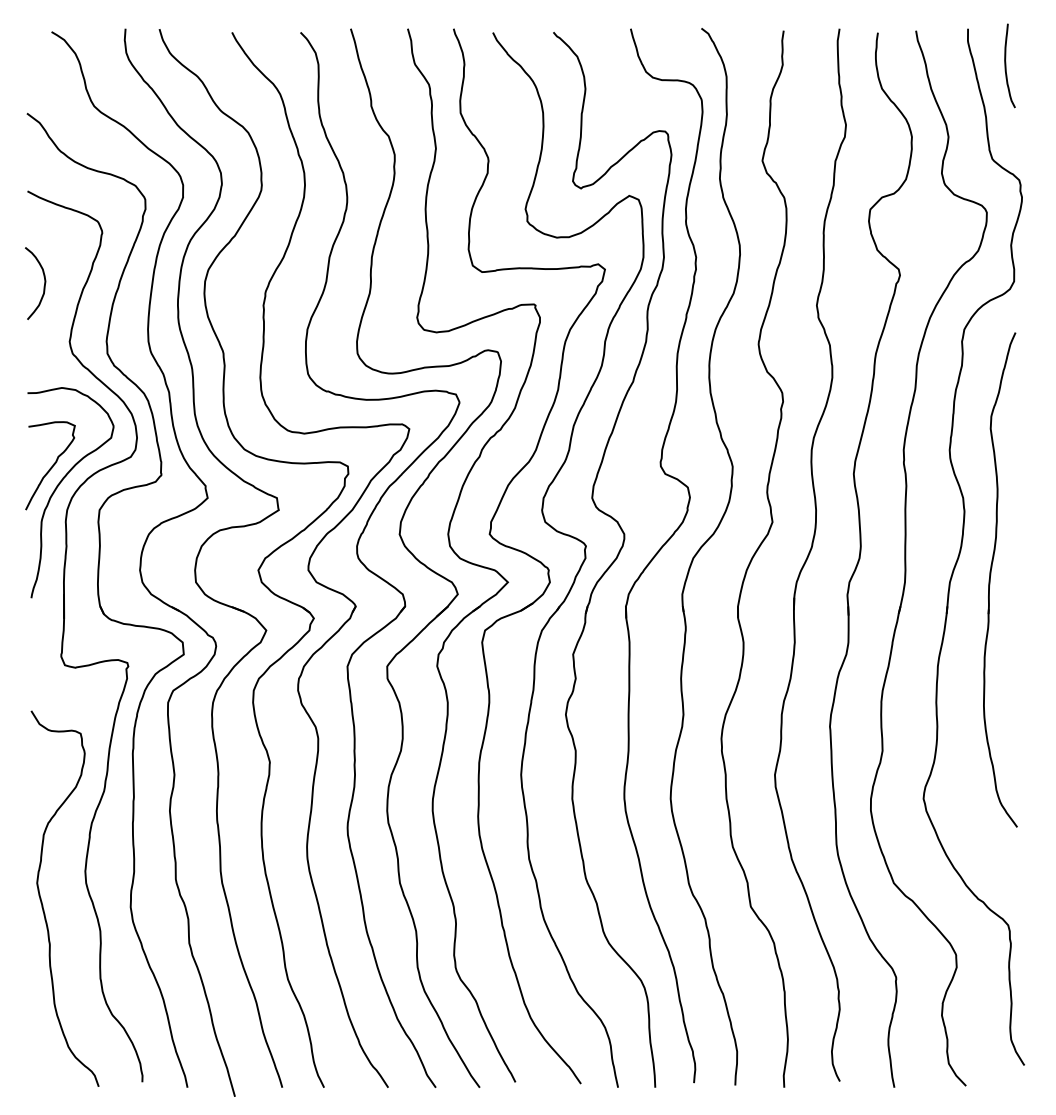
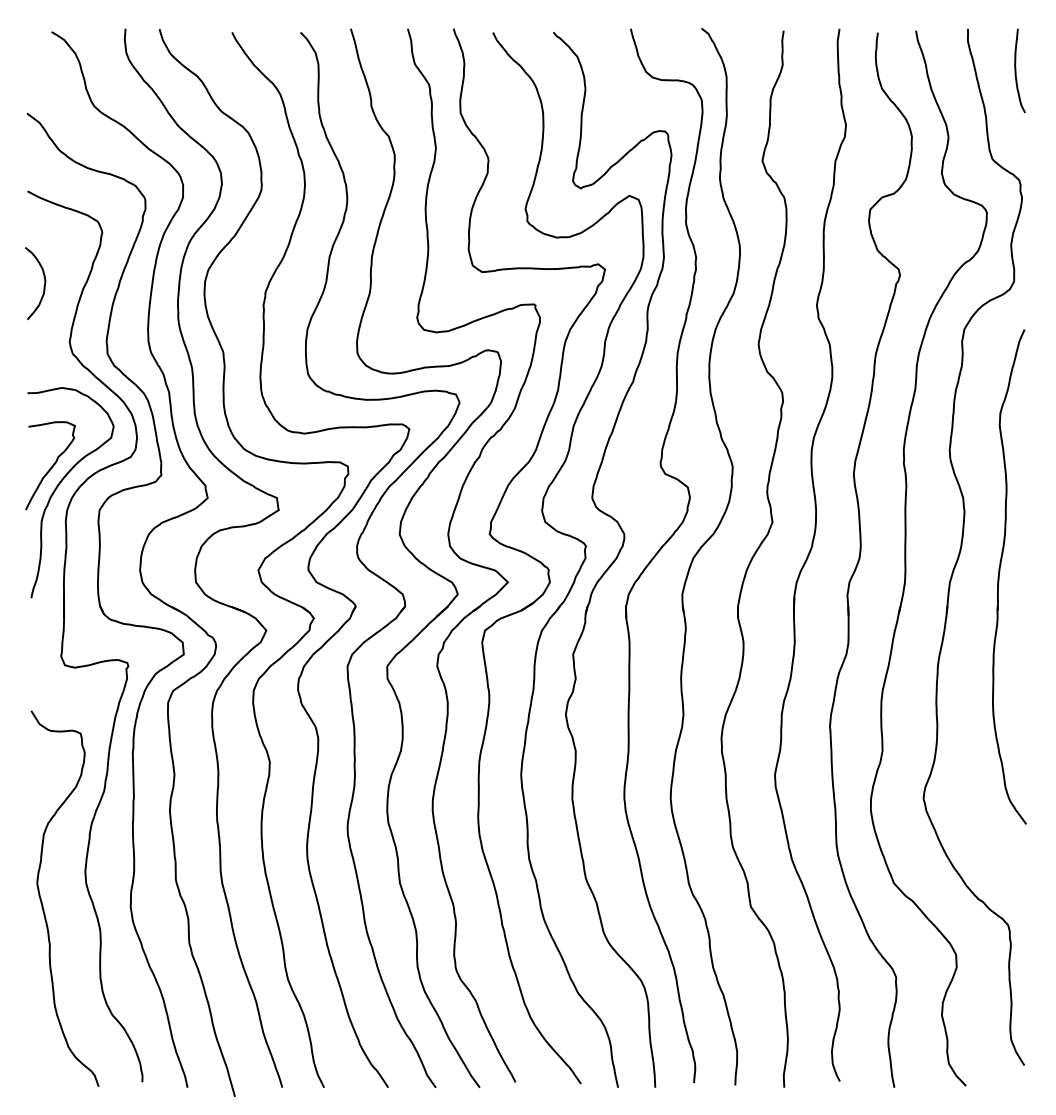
curve at (1006, 65) position: (1006, 65) -> (1016, 70)
part at (991, 575) position: (991, 575) -> (1000, 572)
